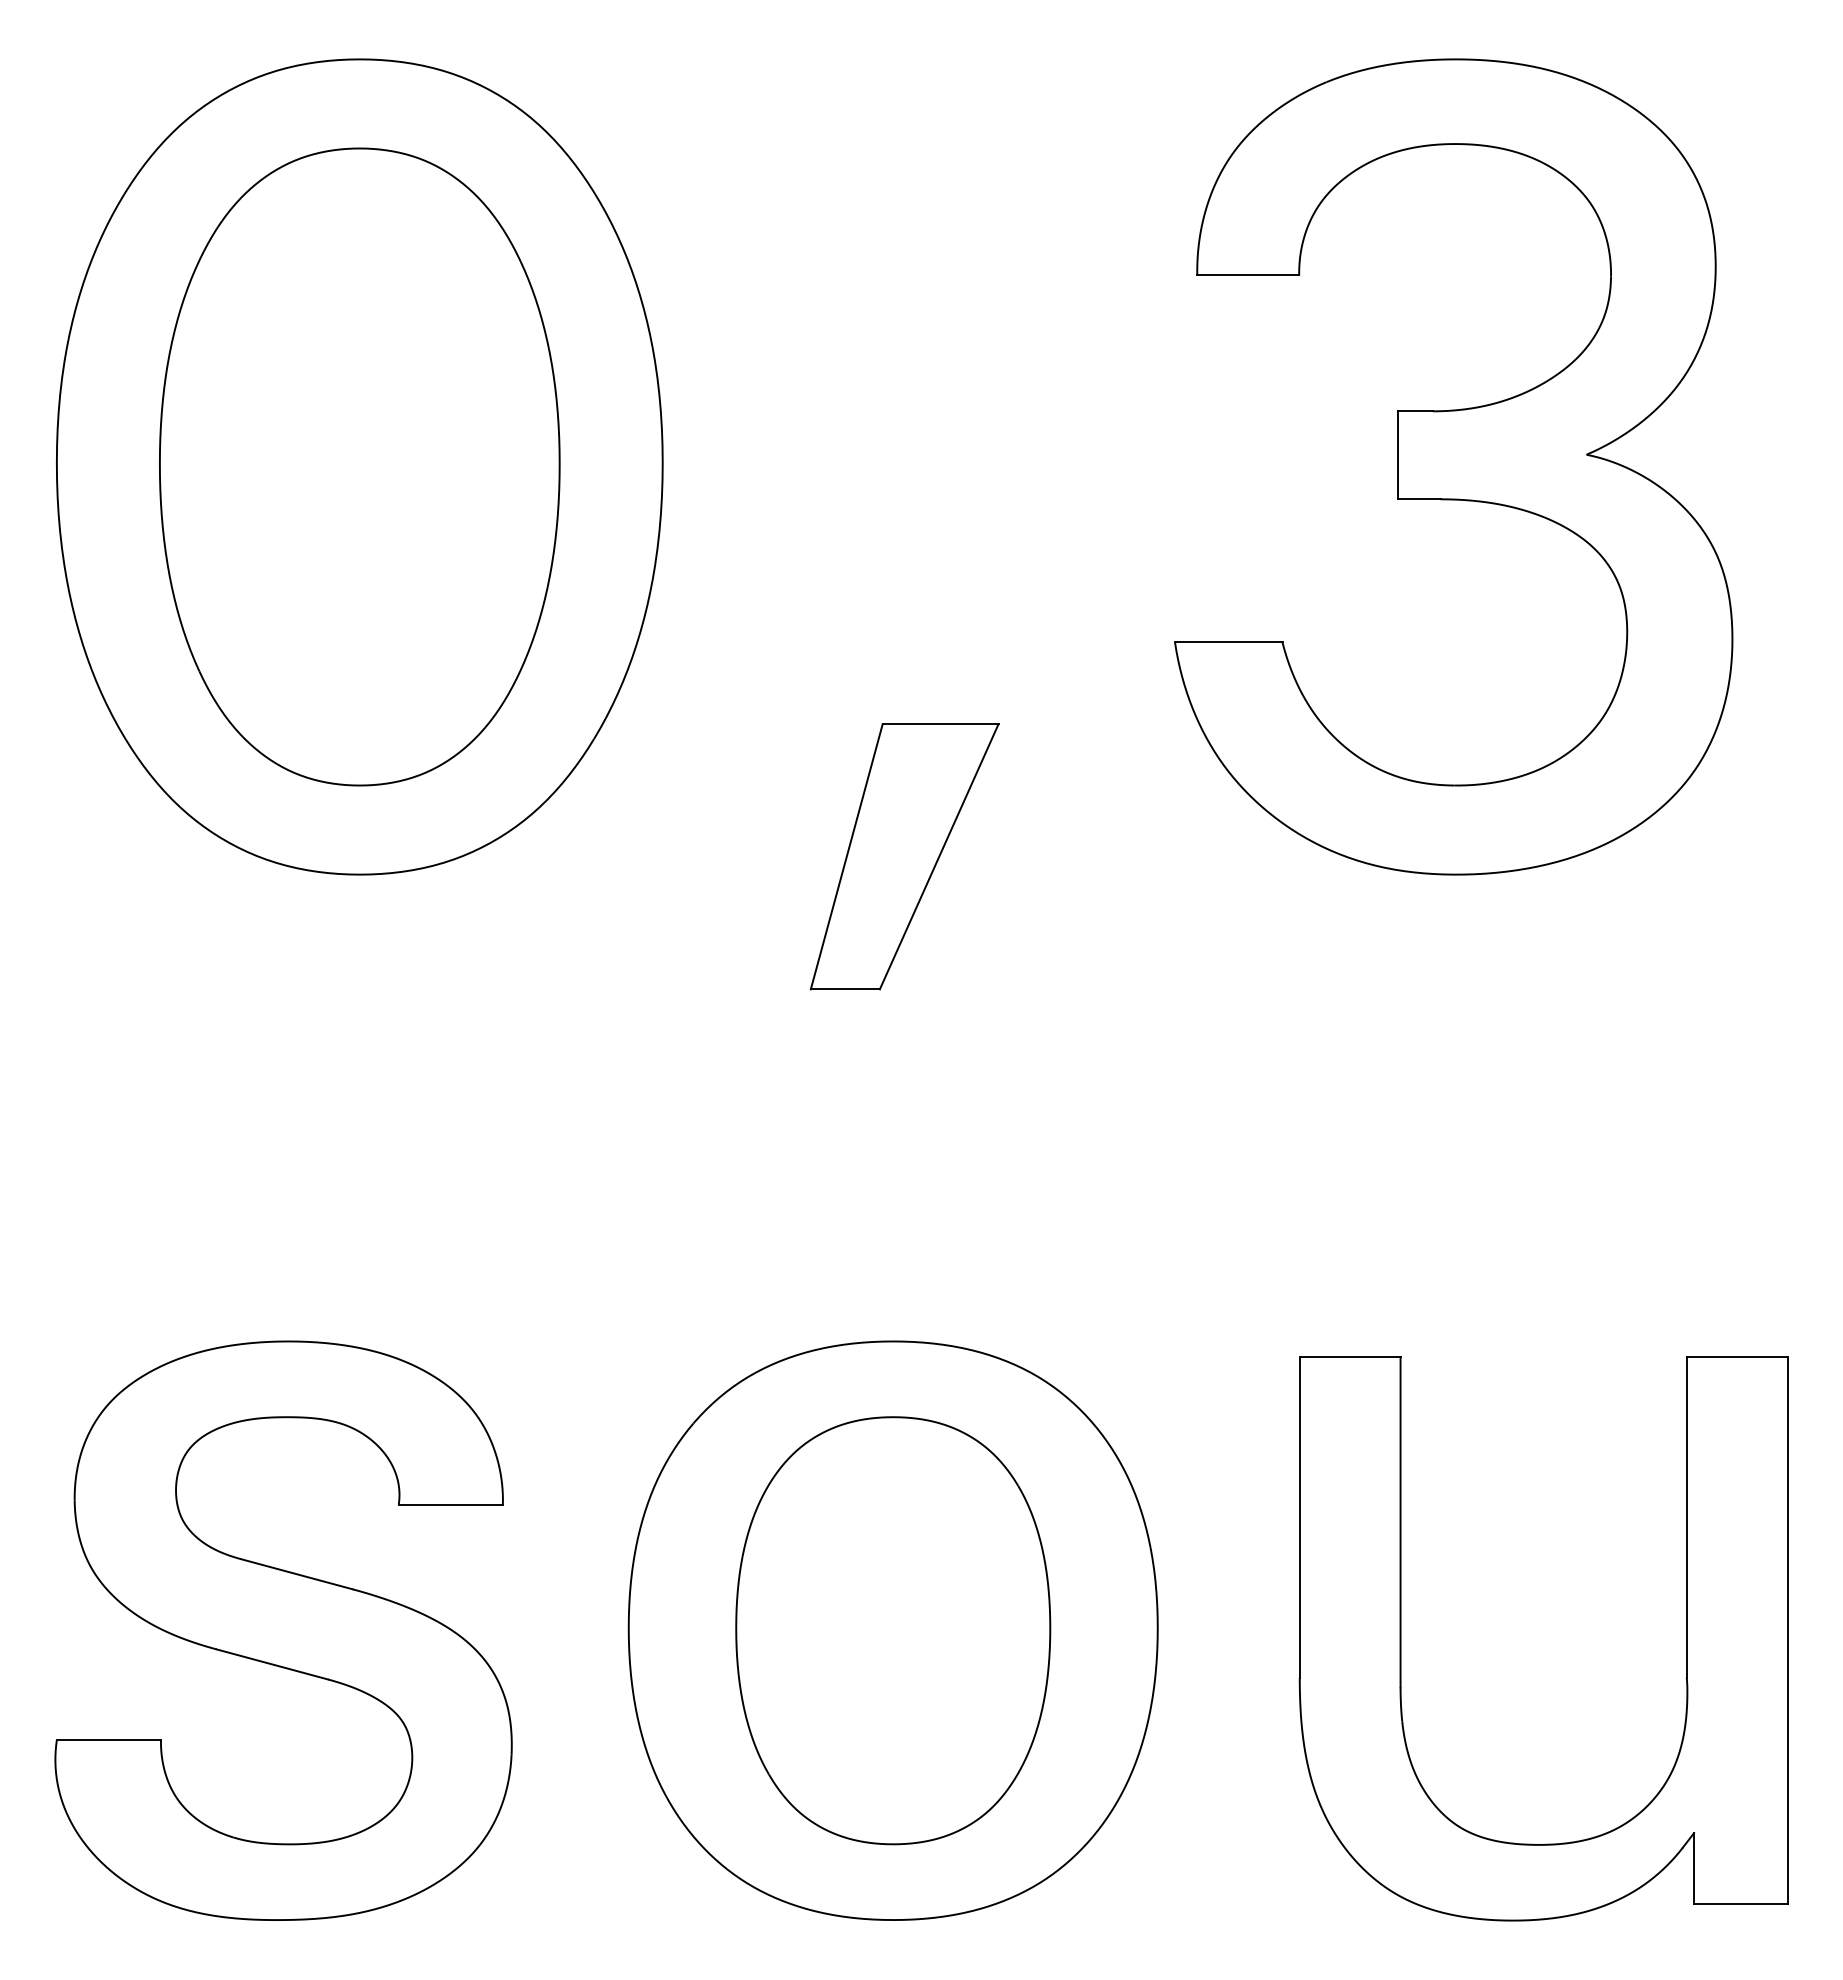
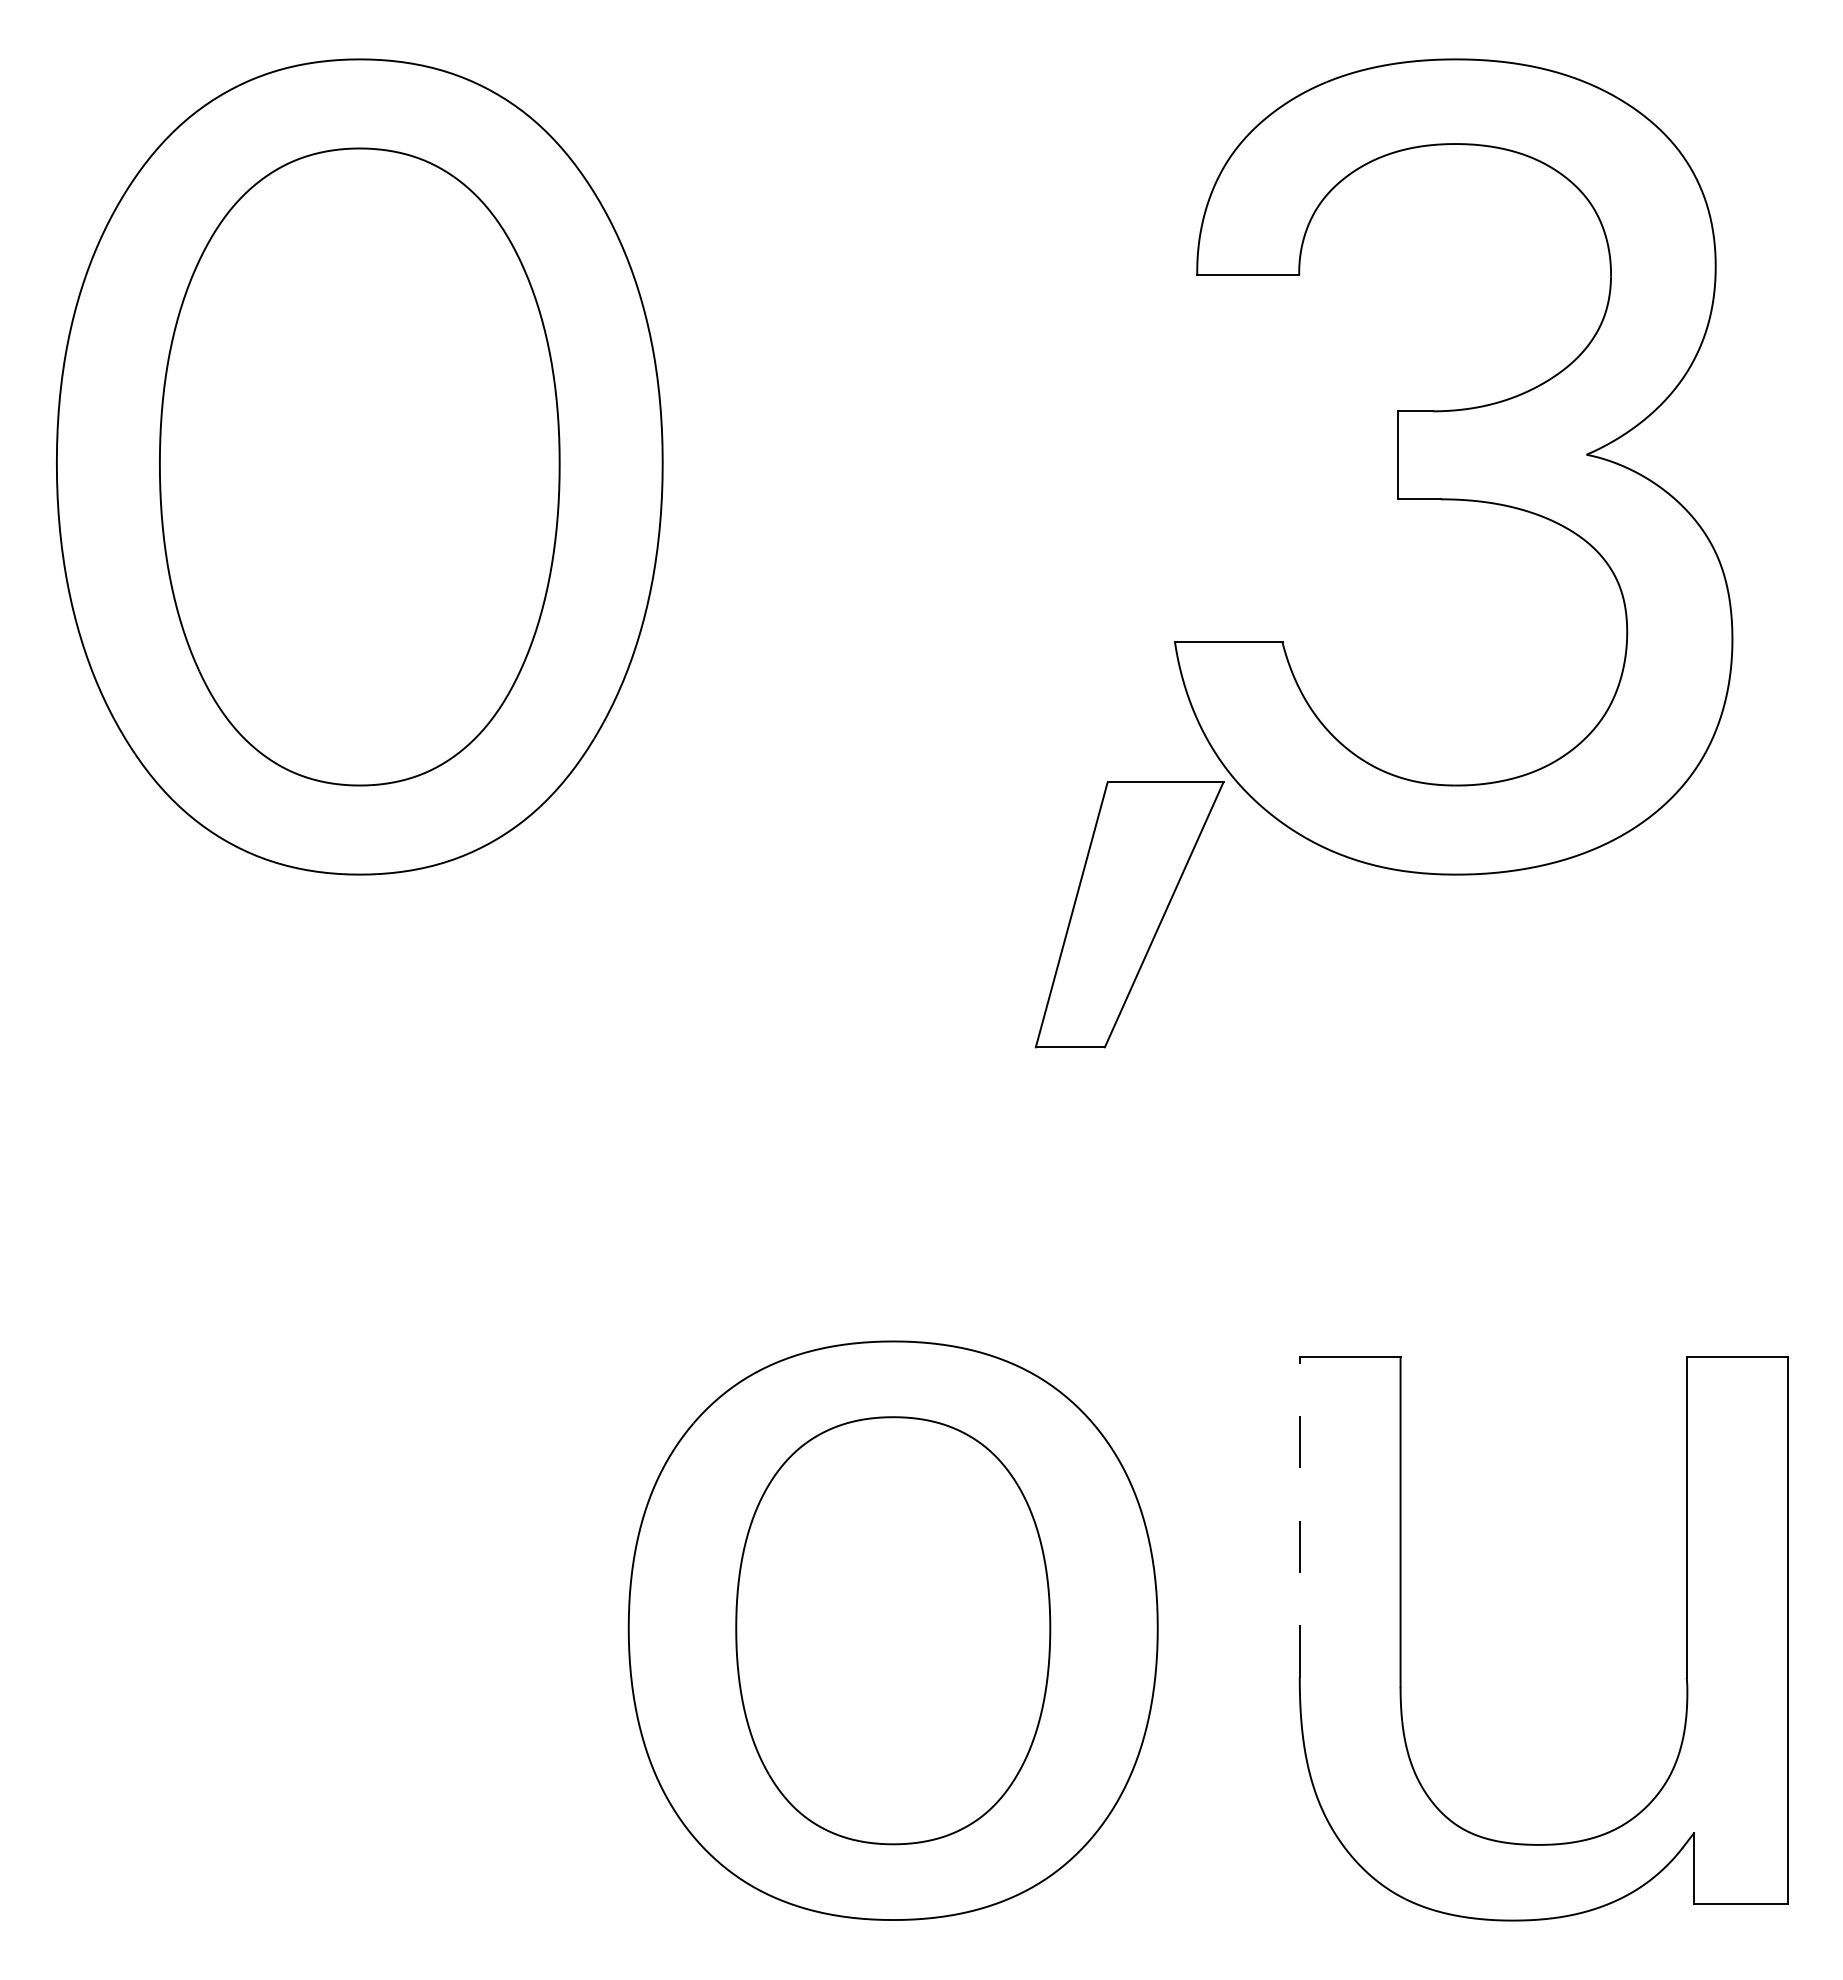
part at (904, 856) position: (904, 856) -> (1129, 914)
line at (1299, 1516): solid -> dashed
part at (283, 1630): present -> none
